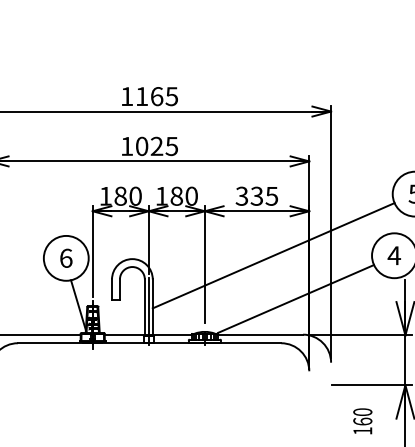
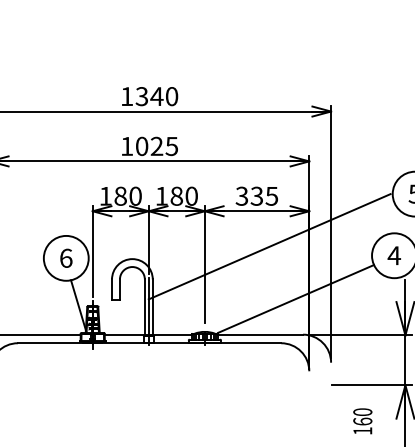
text at (156, 96): 1165 -> 1340
line at (273, 255) position: (273, 255) -> (269, 246)
